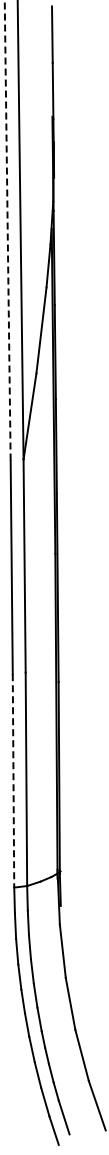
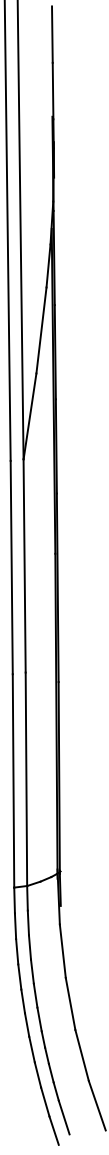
line at (7, 231): dashed -> solid
line at (13, 780): dashed -> solid
